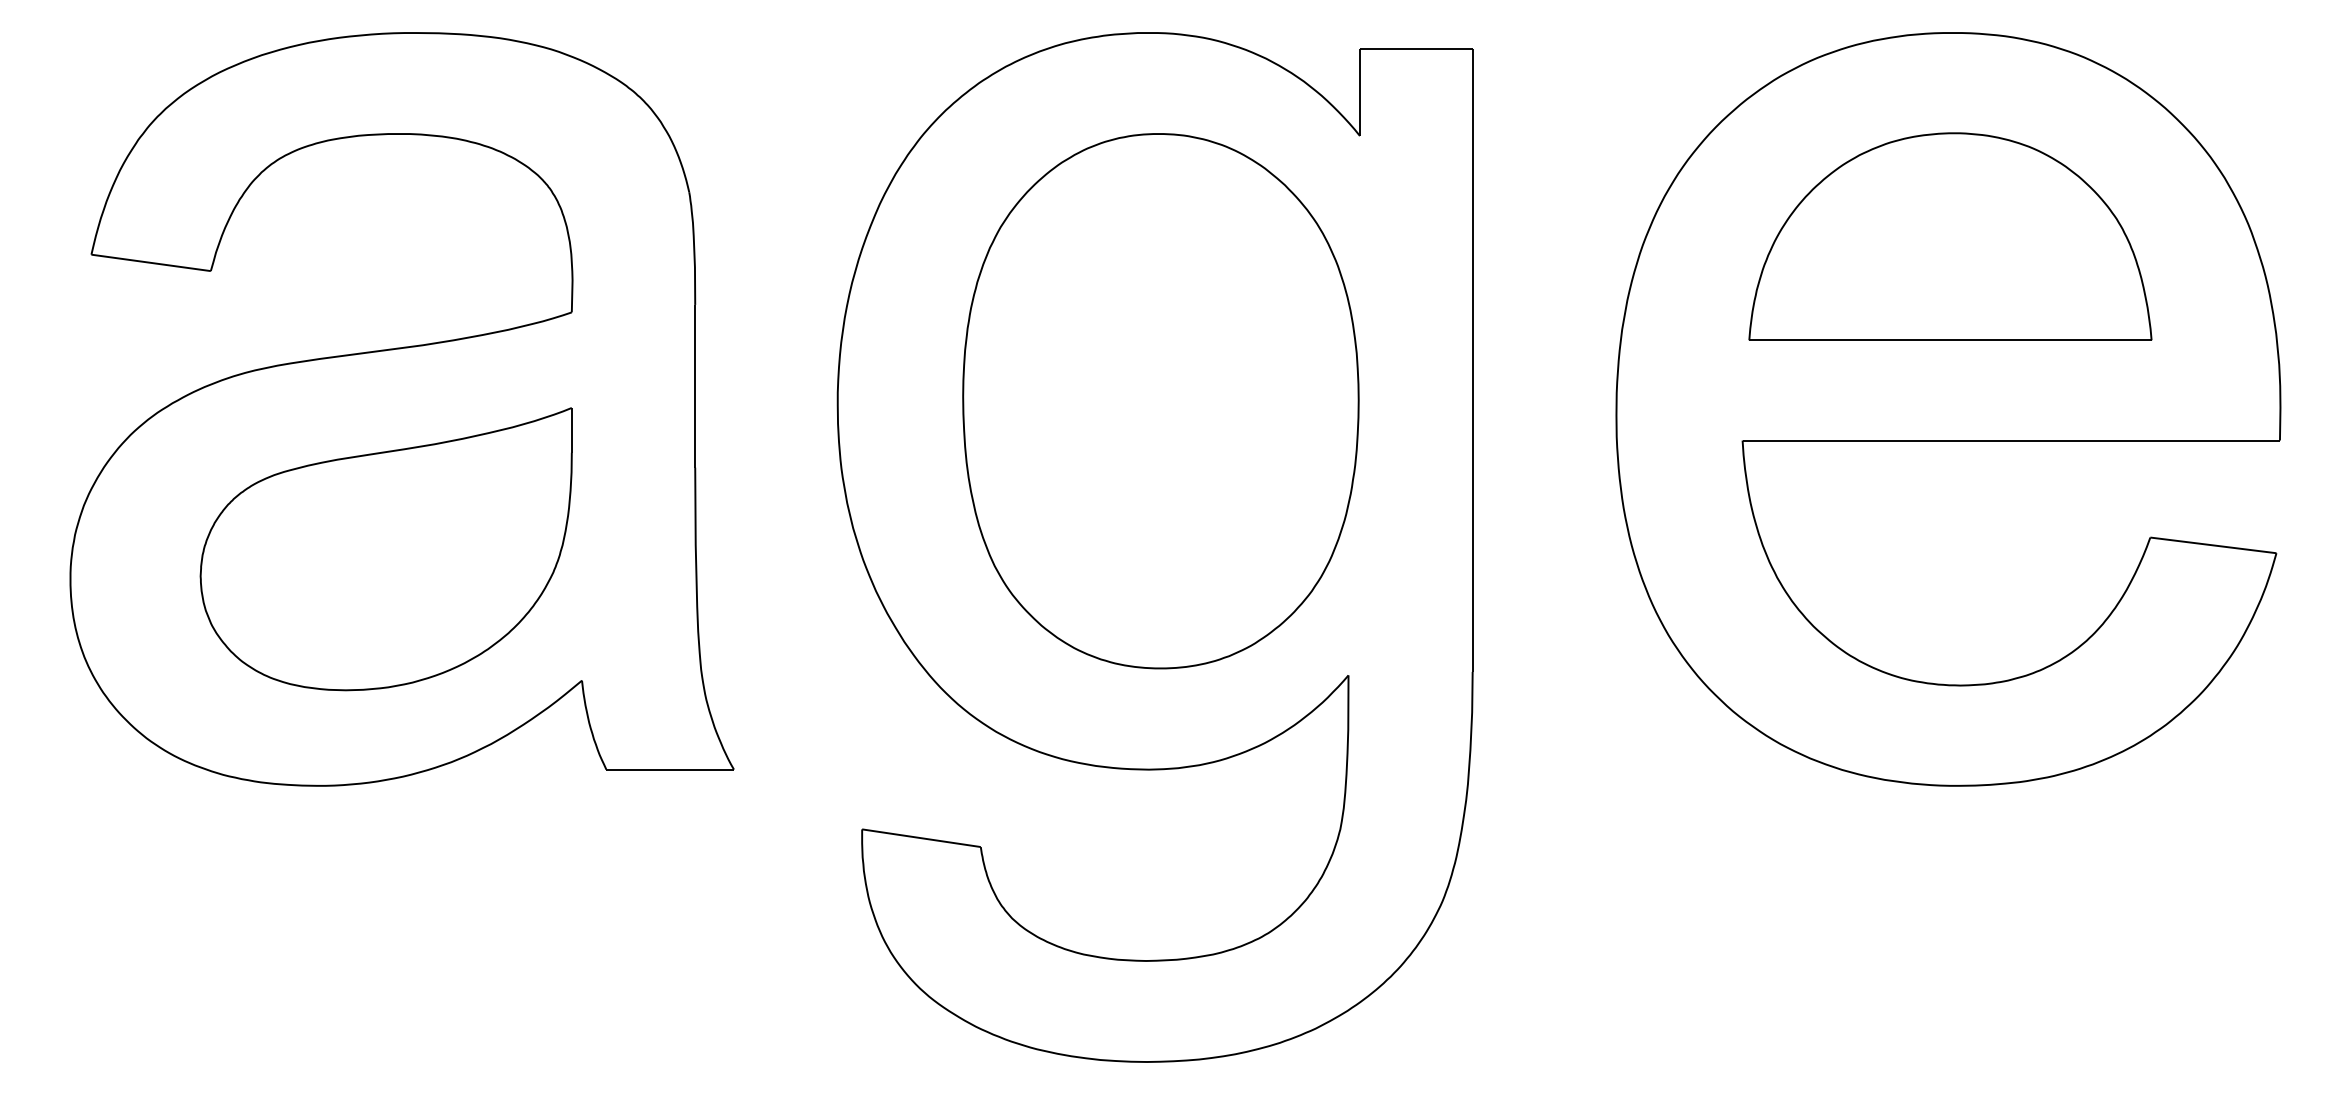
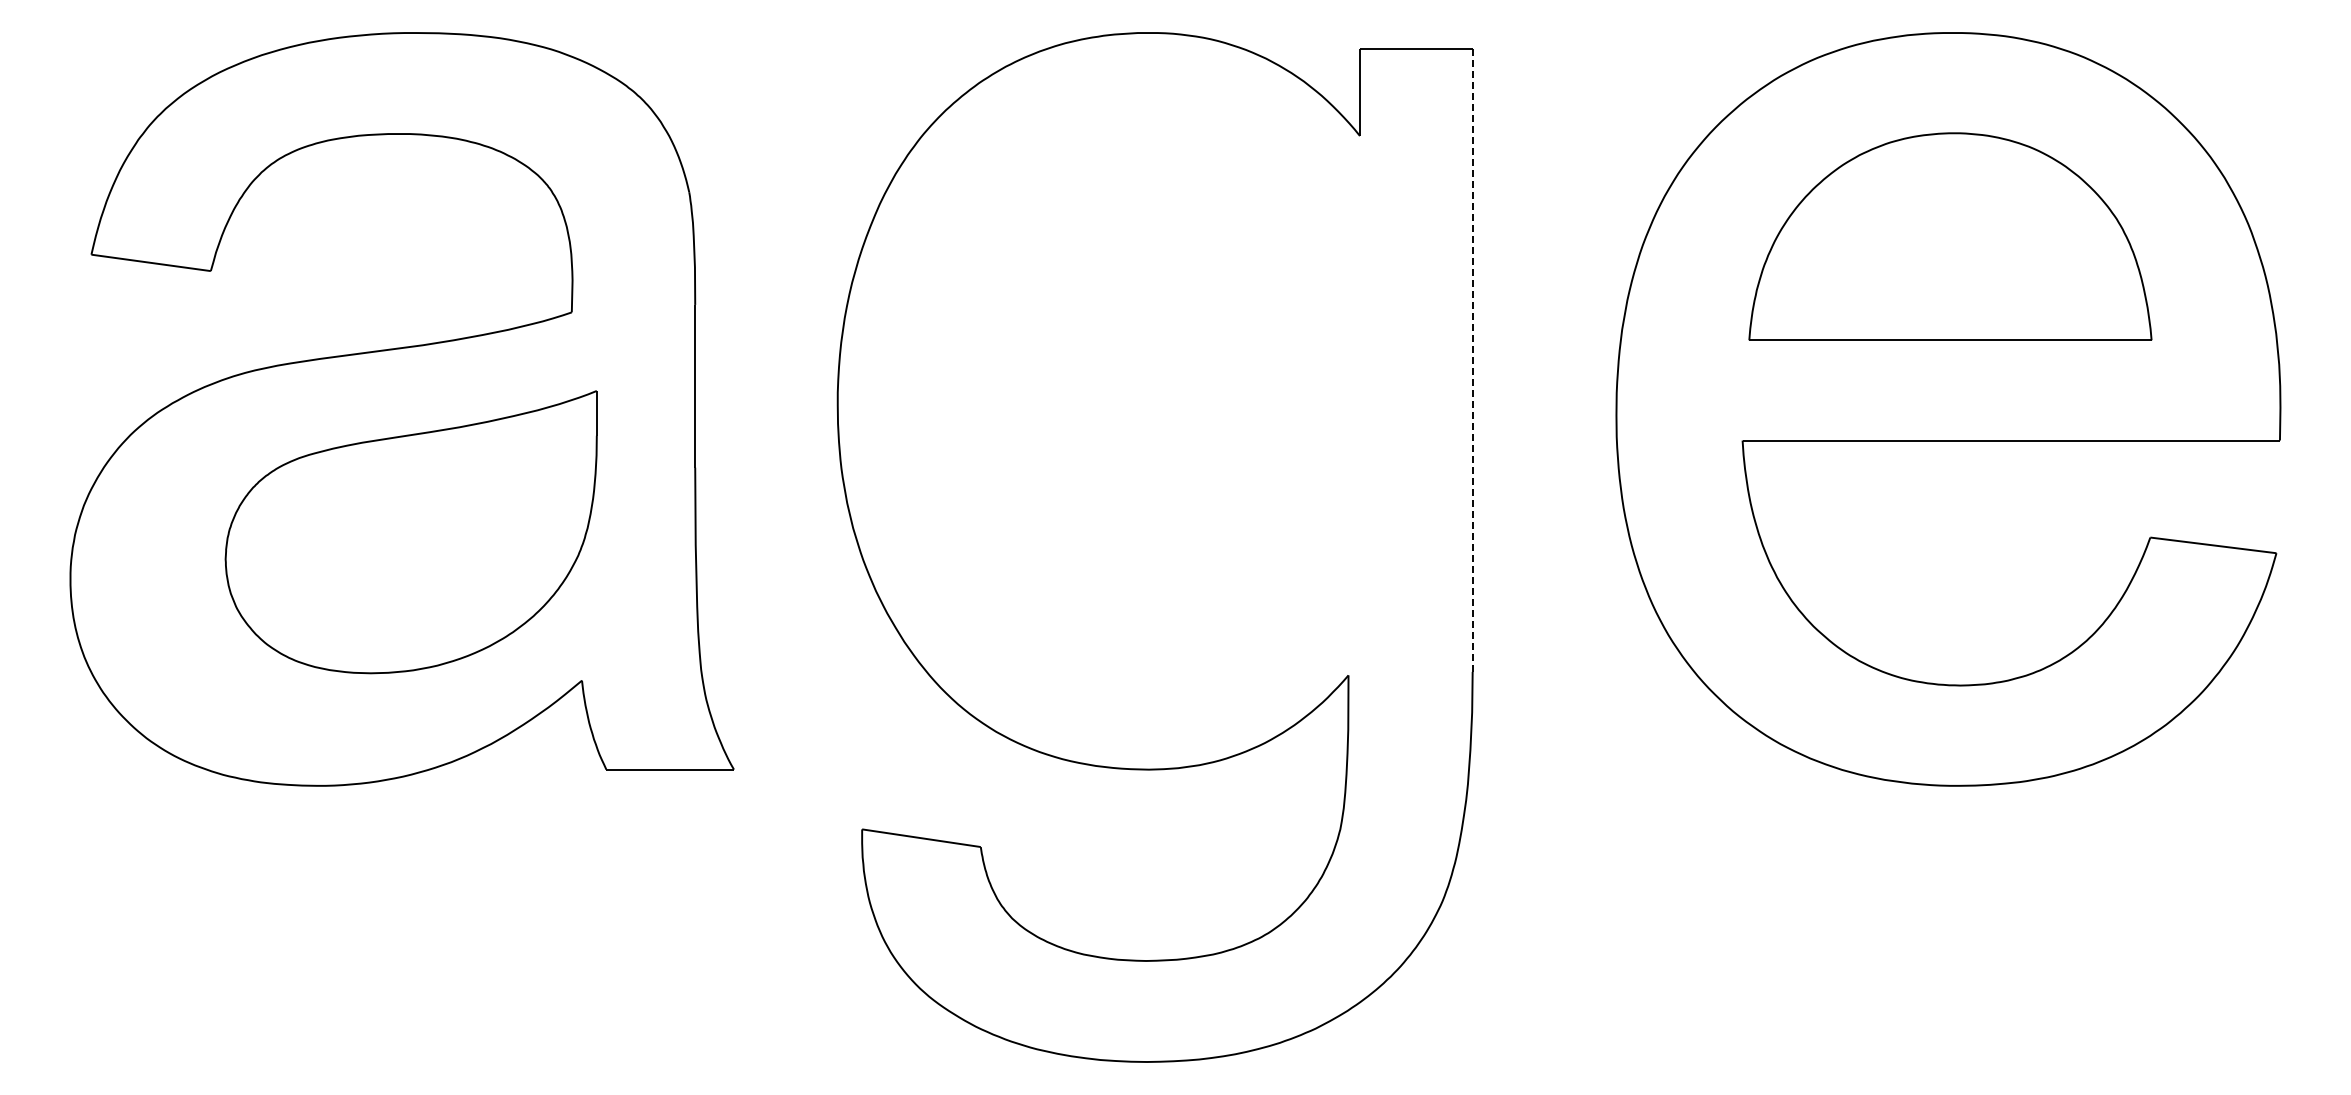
line at (1472, 360): solid -> dashed
part at (1160, 401): present -> none
part at (385, 549) position: (385, 549) -> (410, 532)
